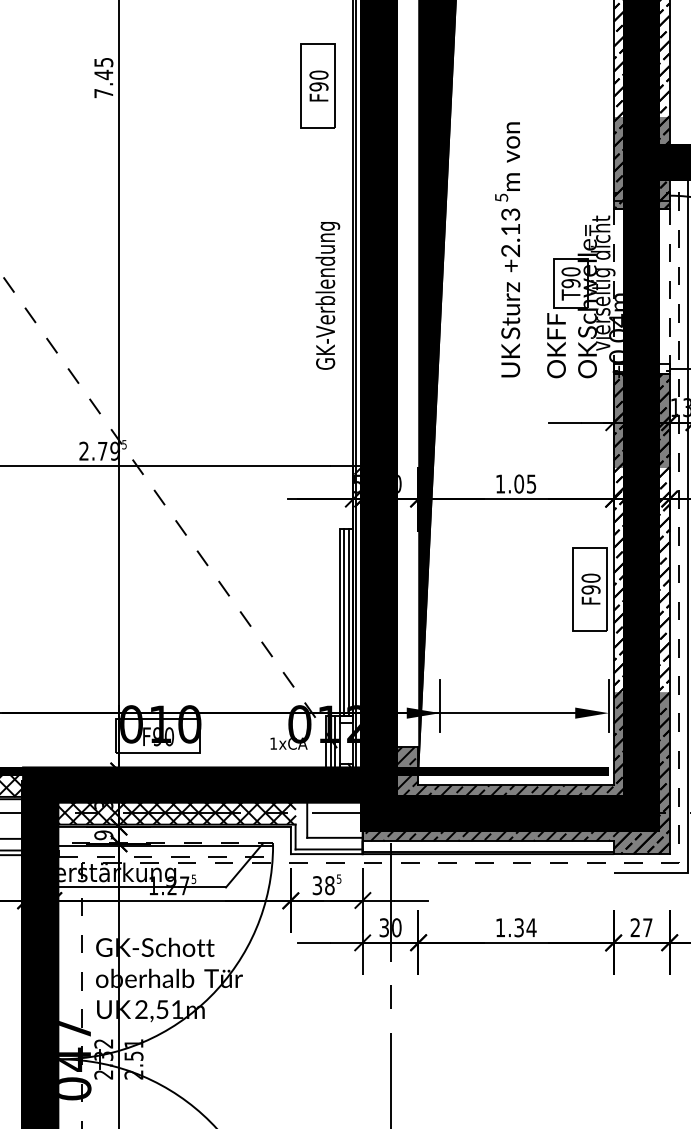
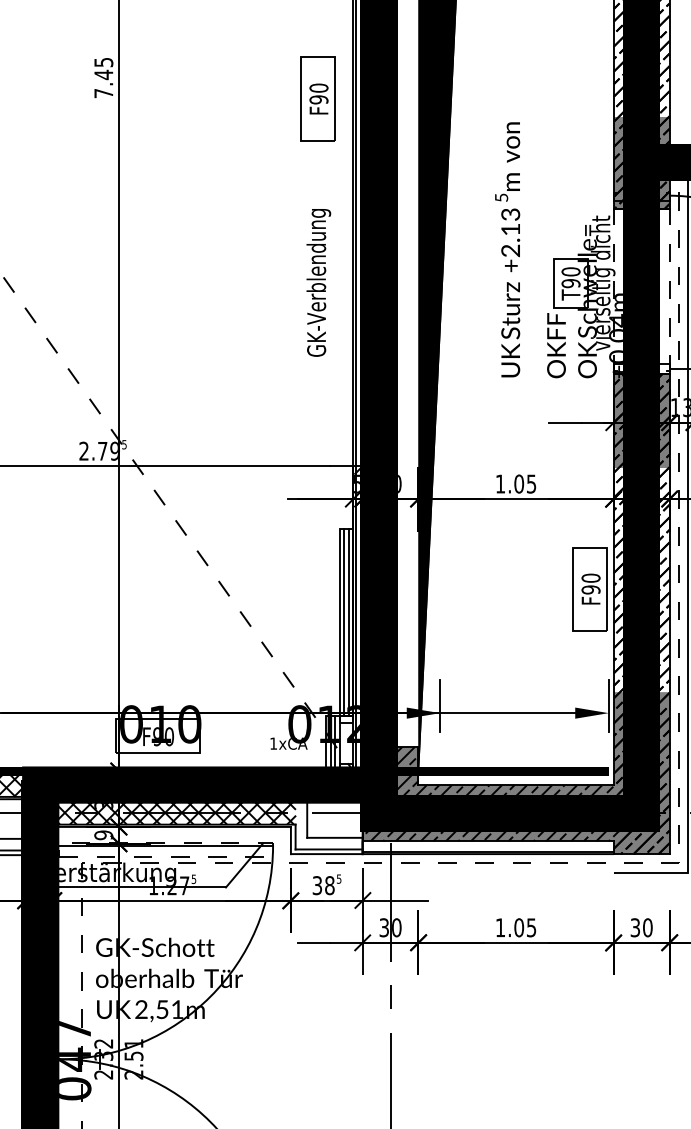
part at (317, 85) position: (317, 85) -> (317, 98)
text at (327, 295) position: (327, 295) -> (318, 282)
text at (525, 927): 1.34 -> 1.05
text at (641, 927): 27 -> 30
